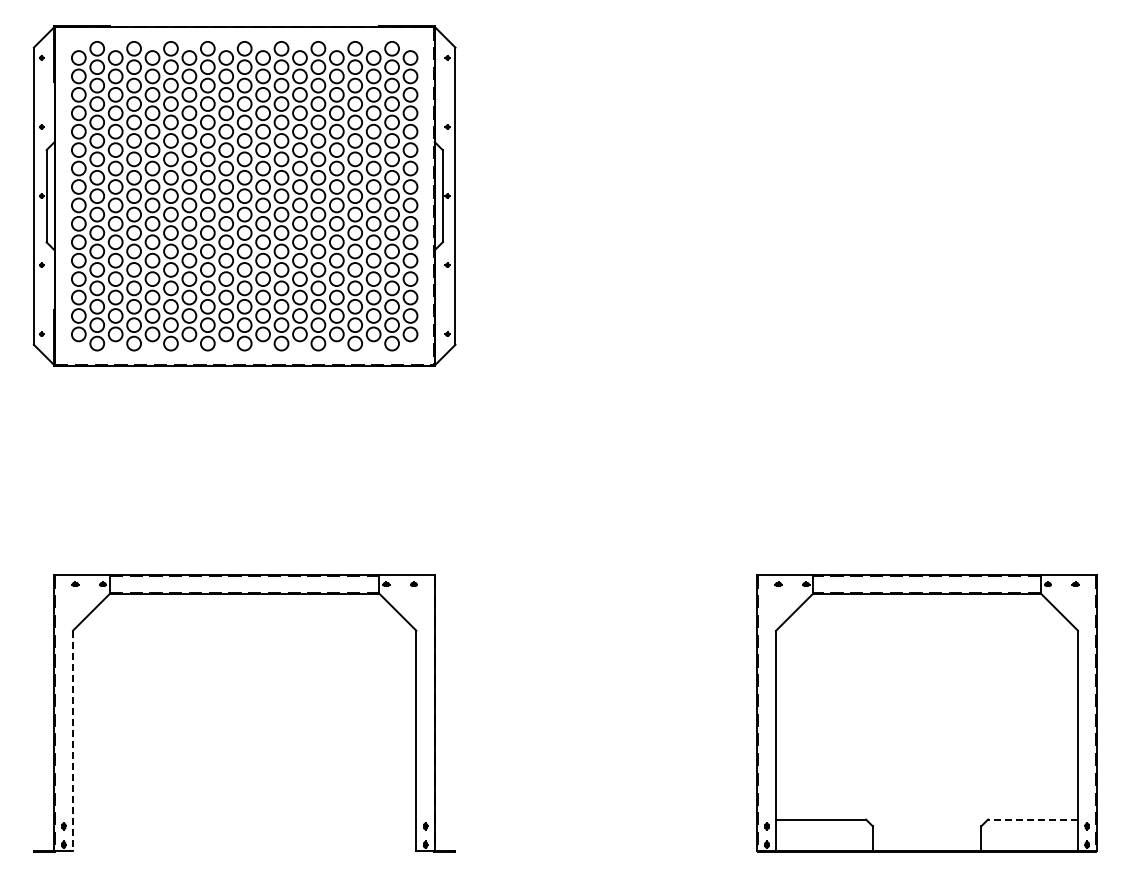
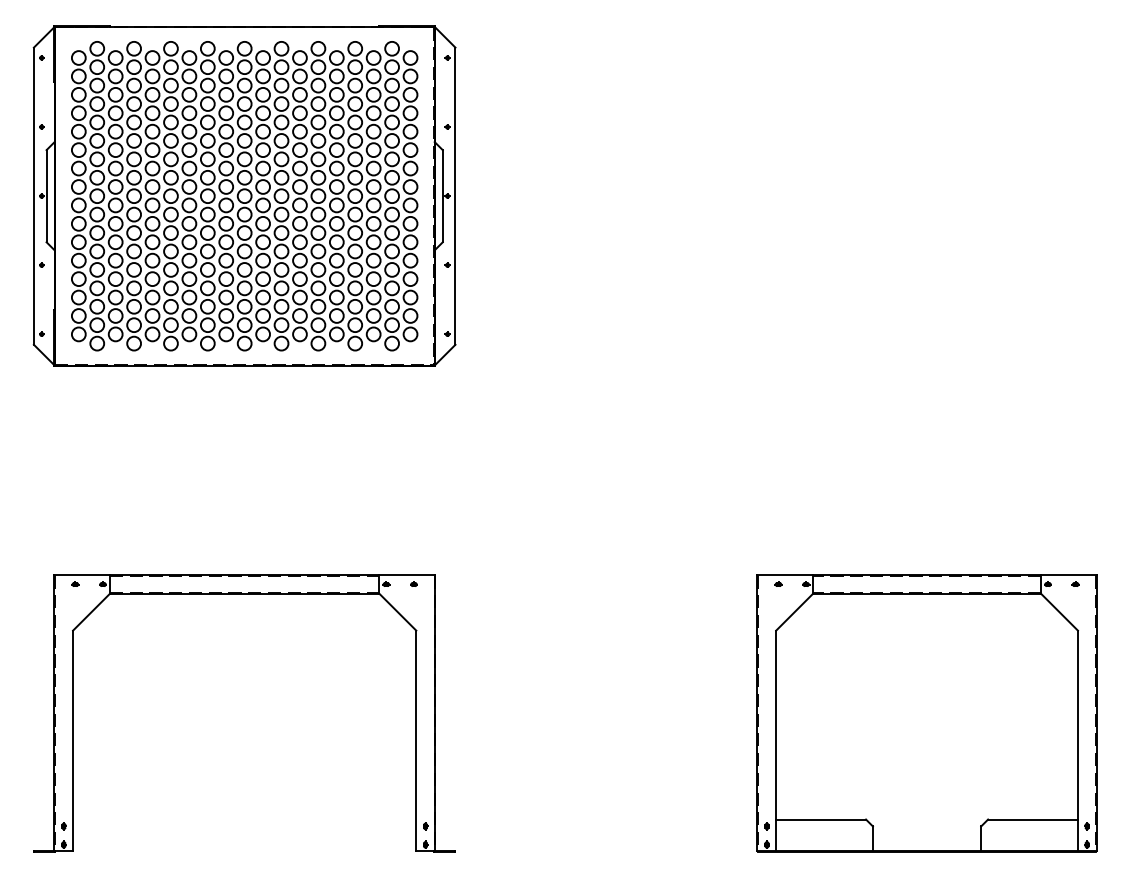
line at (73, 741): dashed -> solid
line at (1033, 819): dashed -> solid
